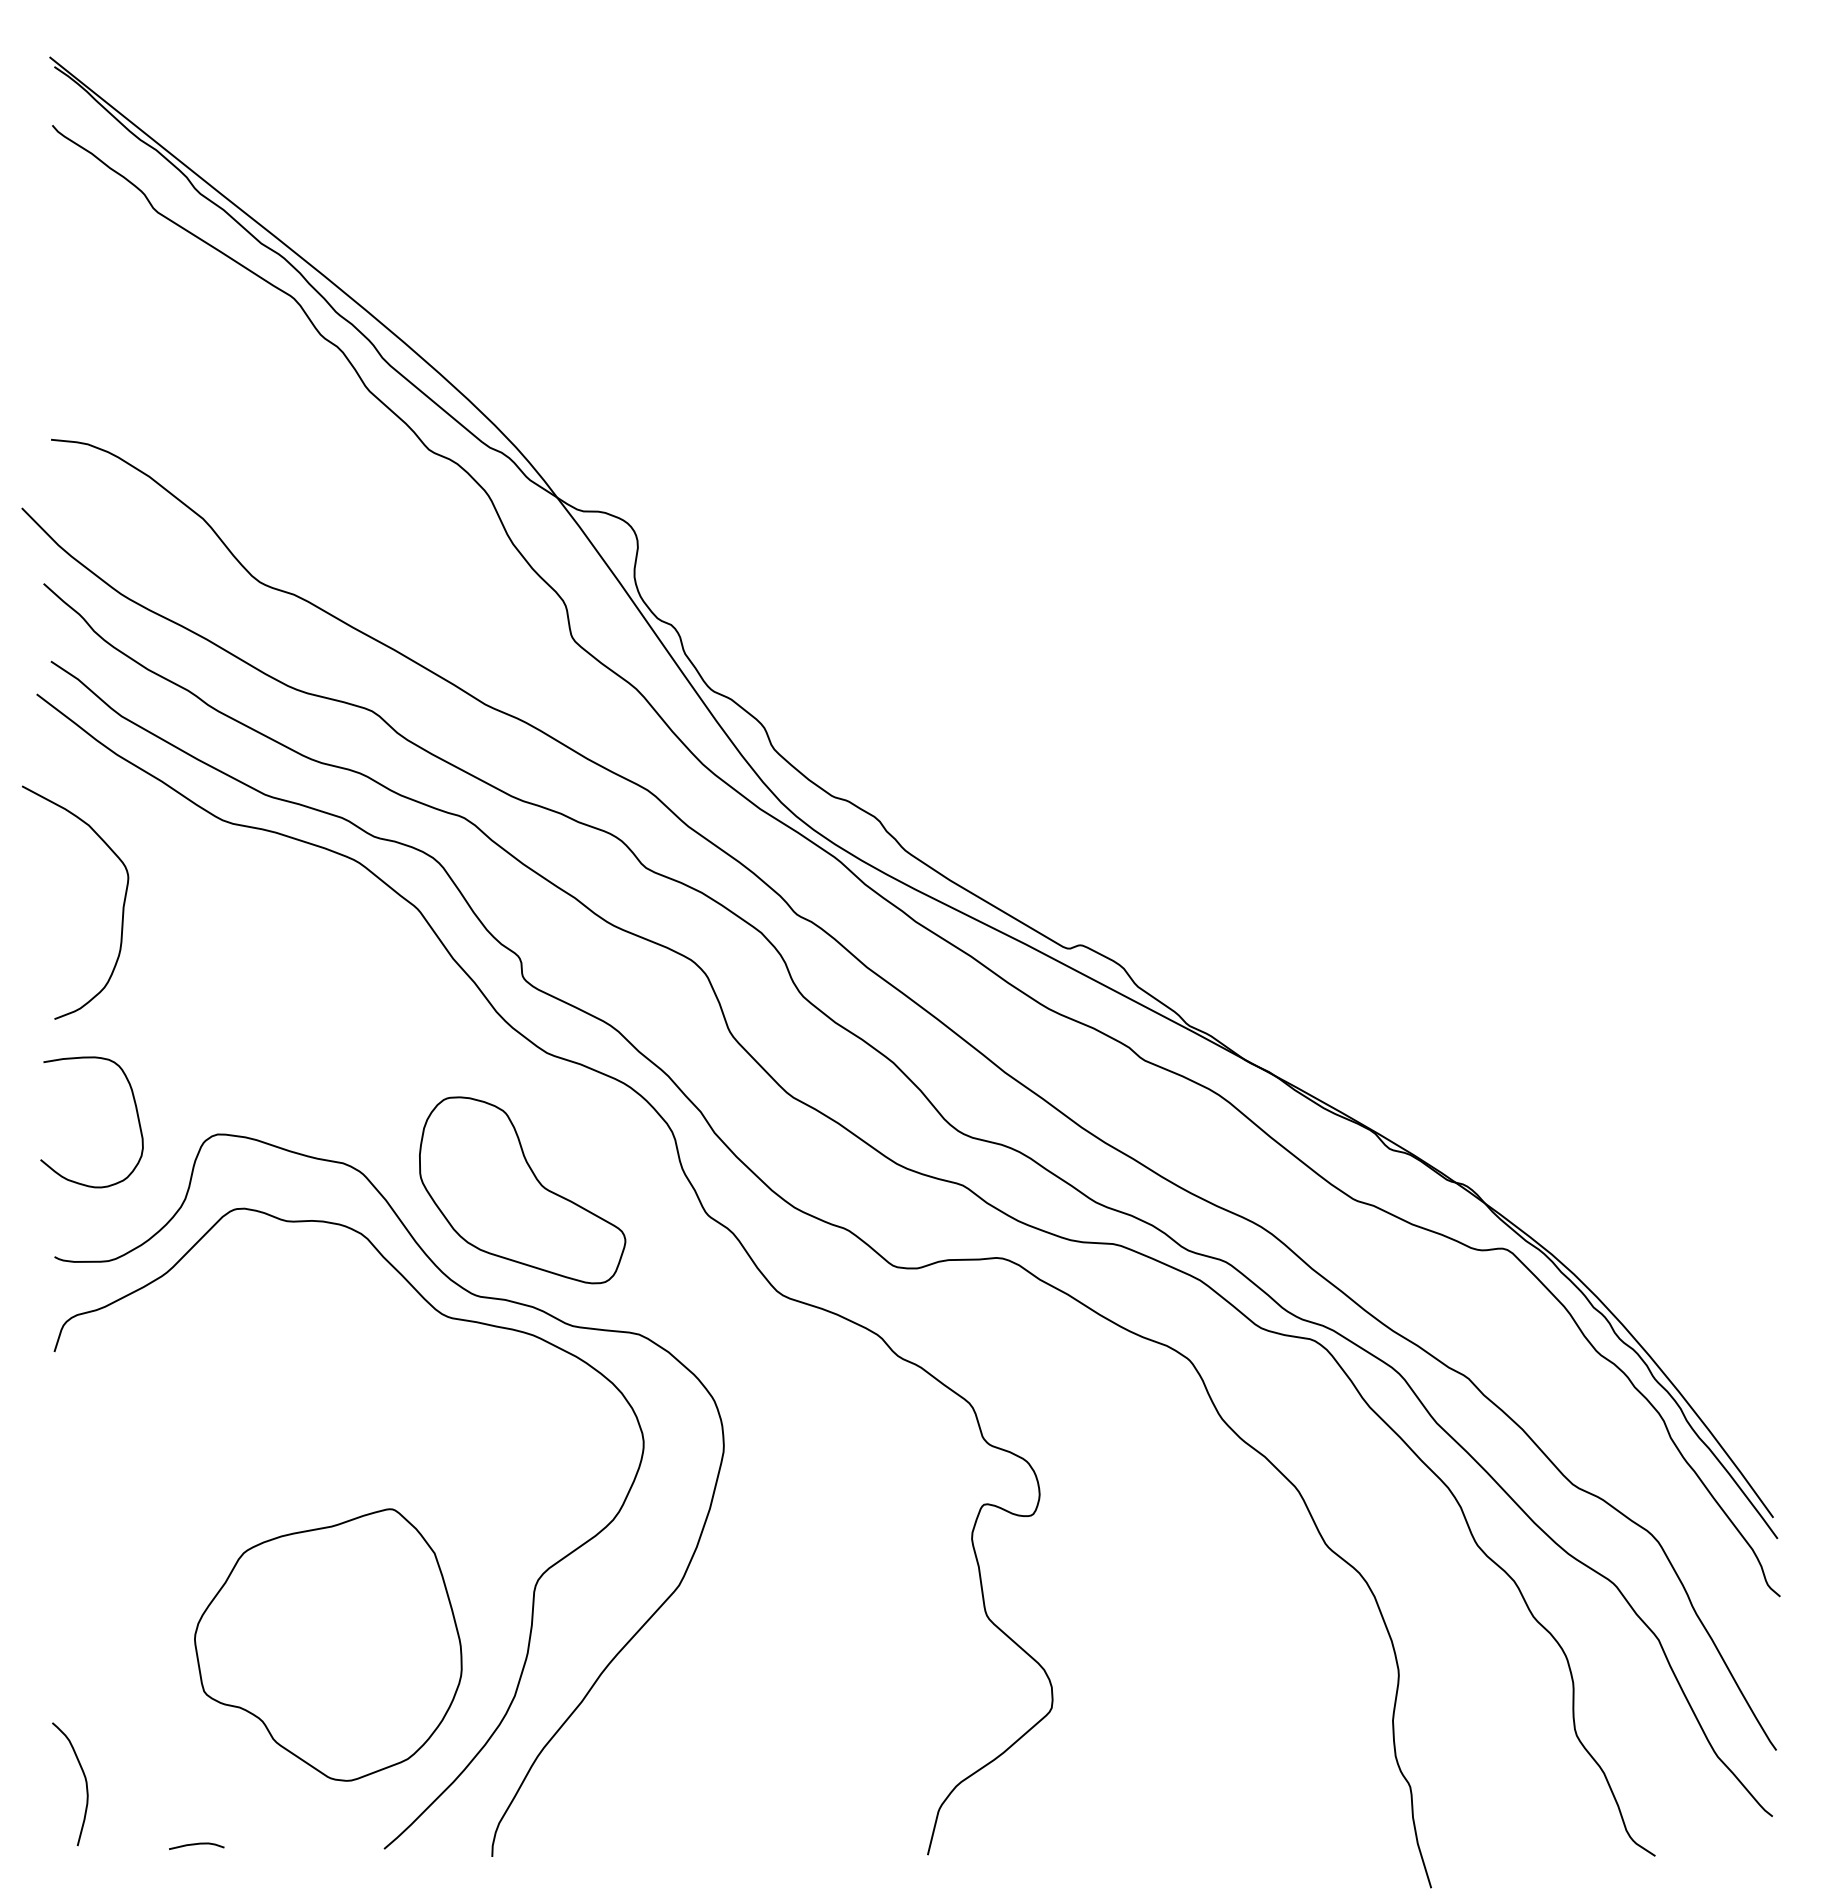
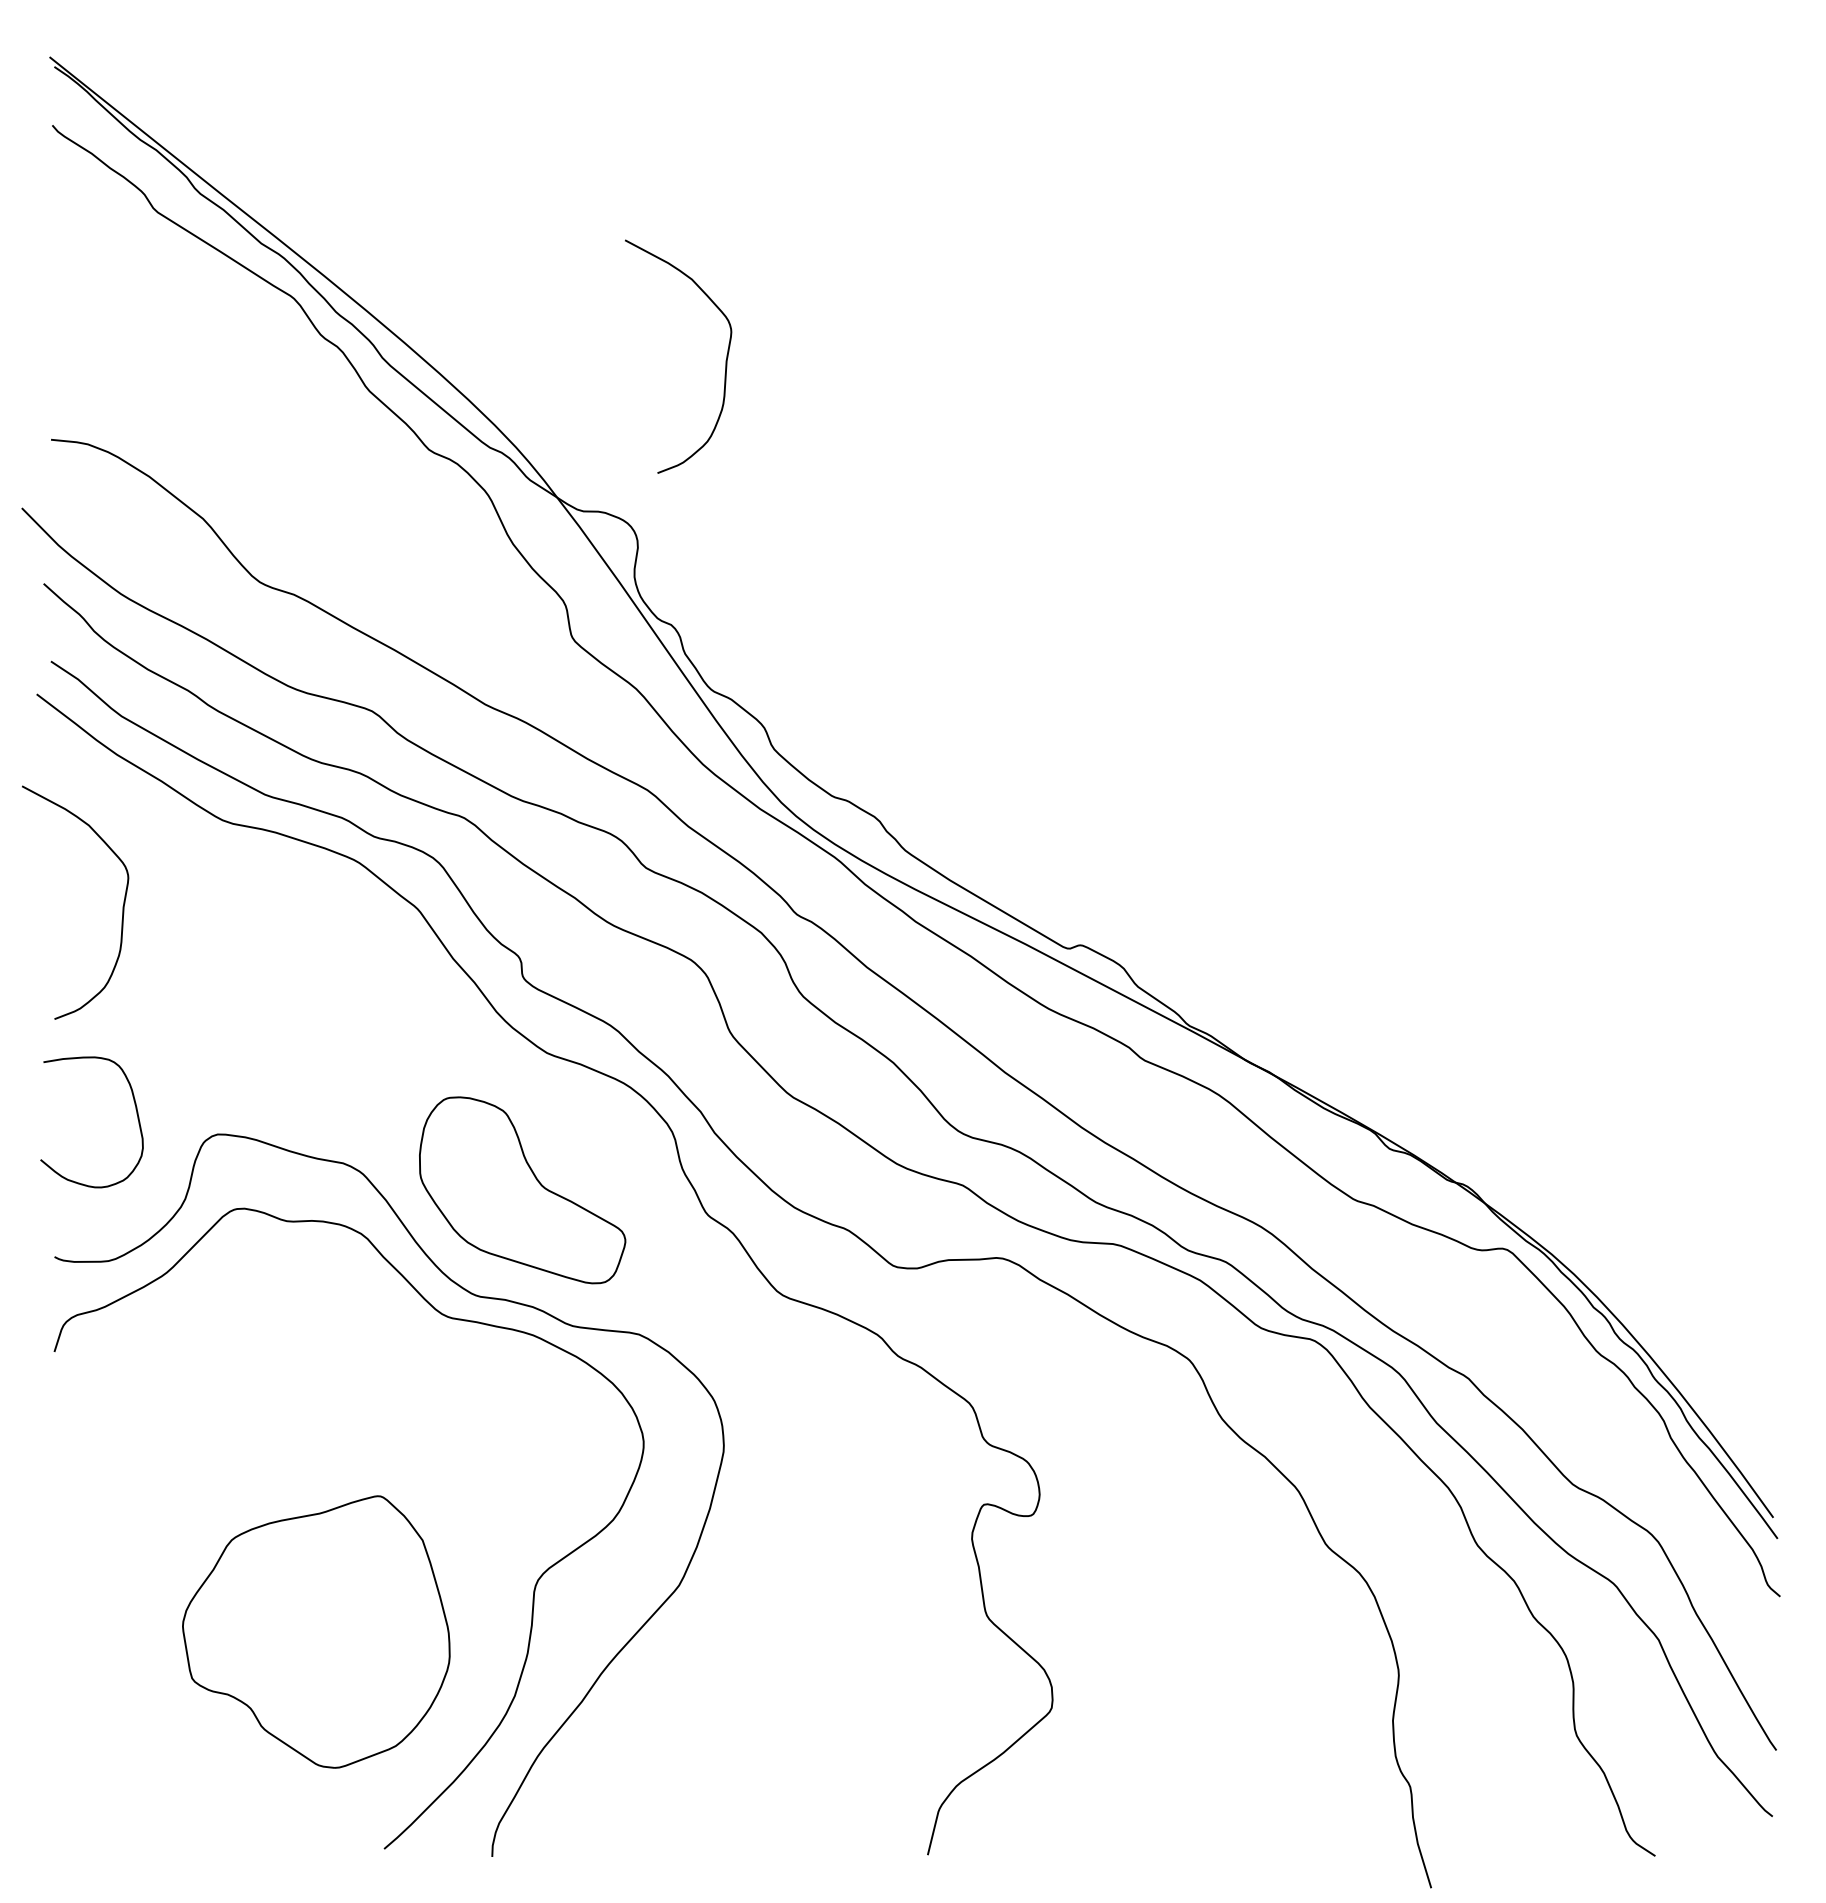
curve at (725, 360): none -> present
part at (328, 1644) position: (328, 1644) -> (316, 1631)
curve at (85, 1784): present -> none
curve at (196, 1844): present -> none
